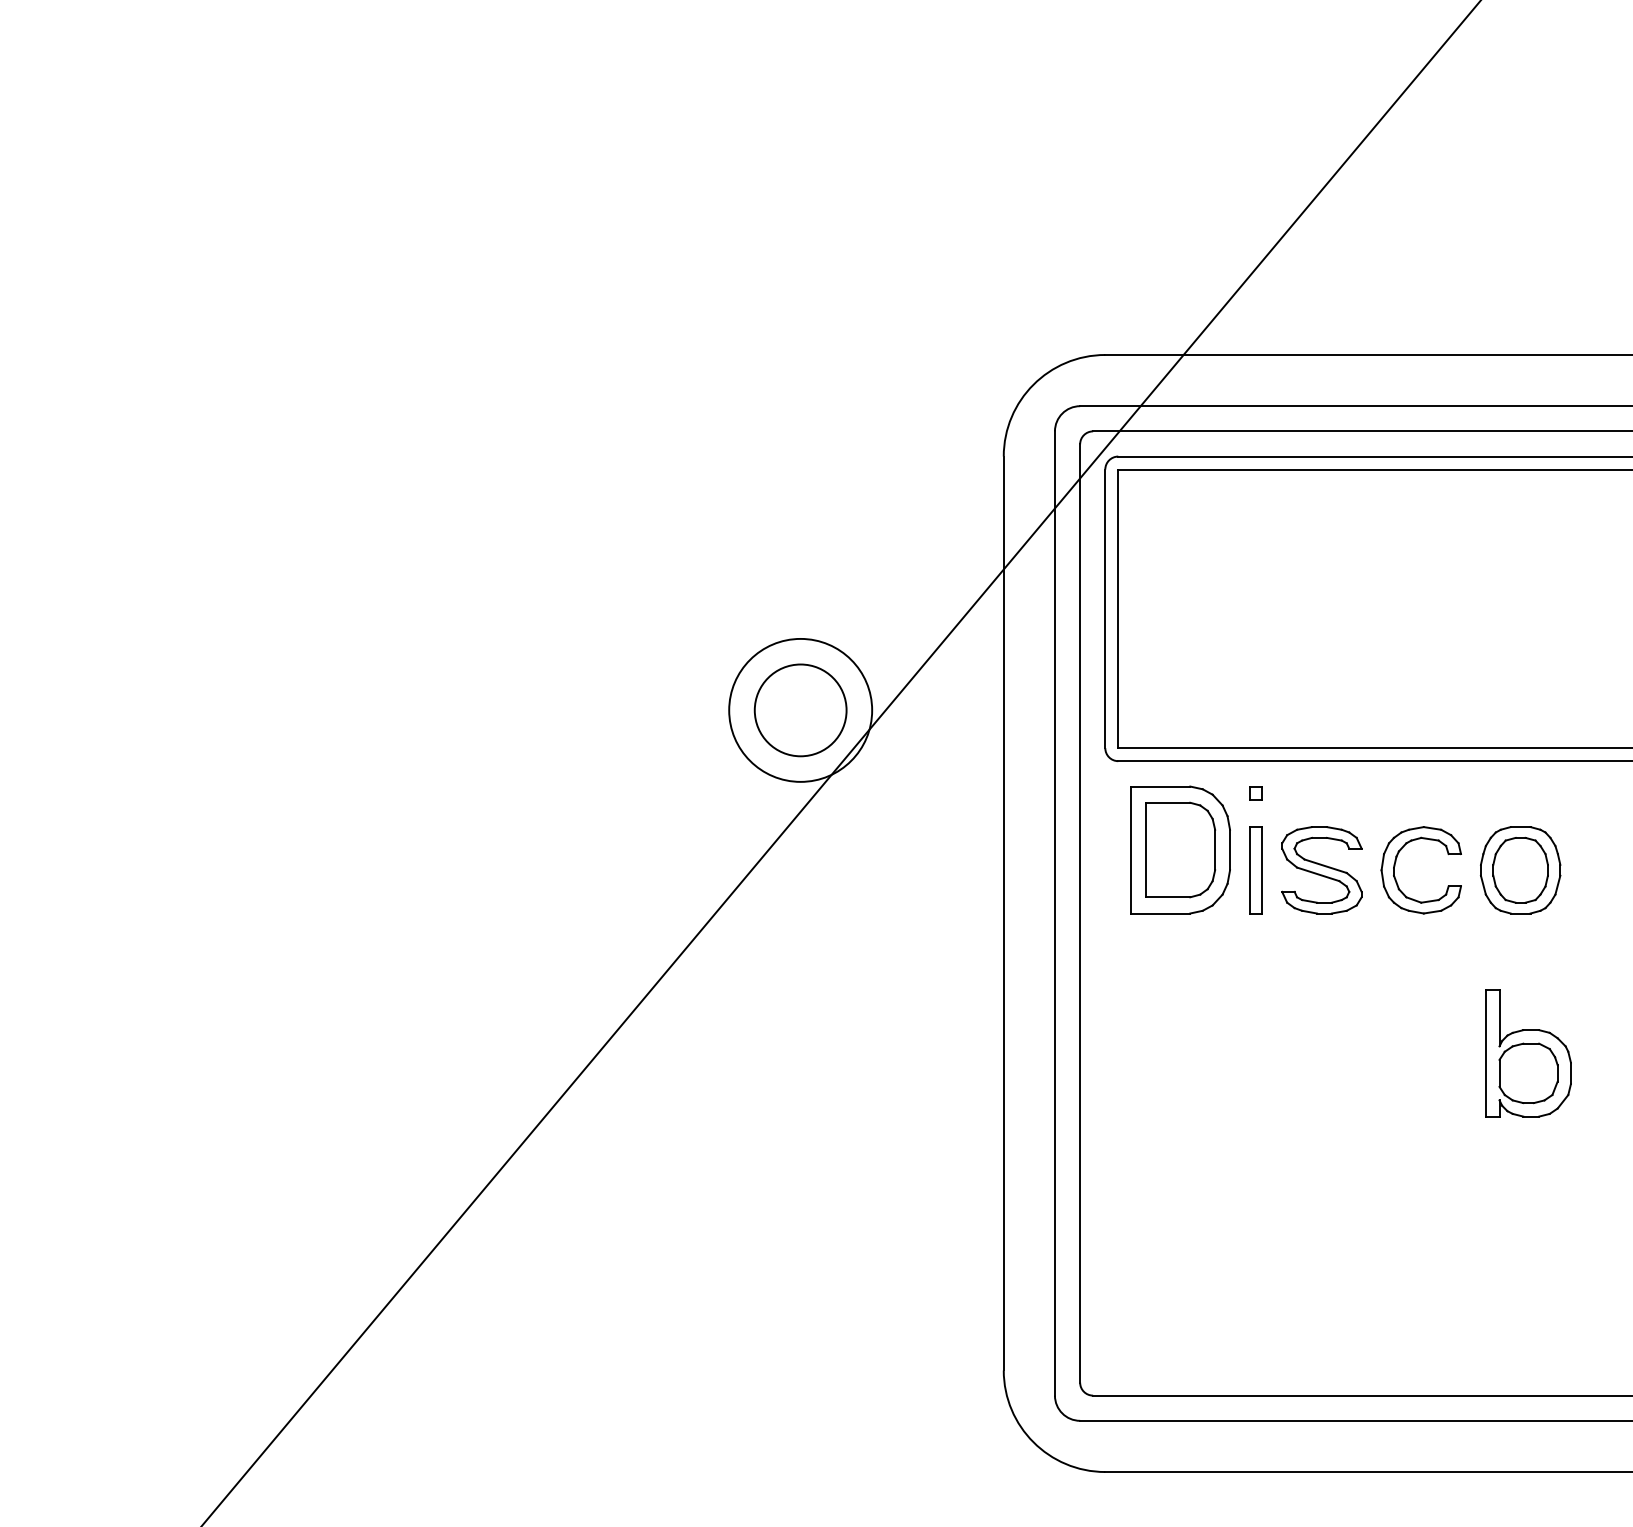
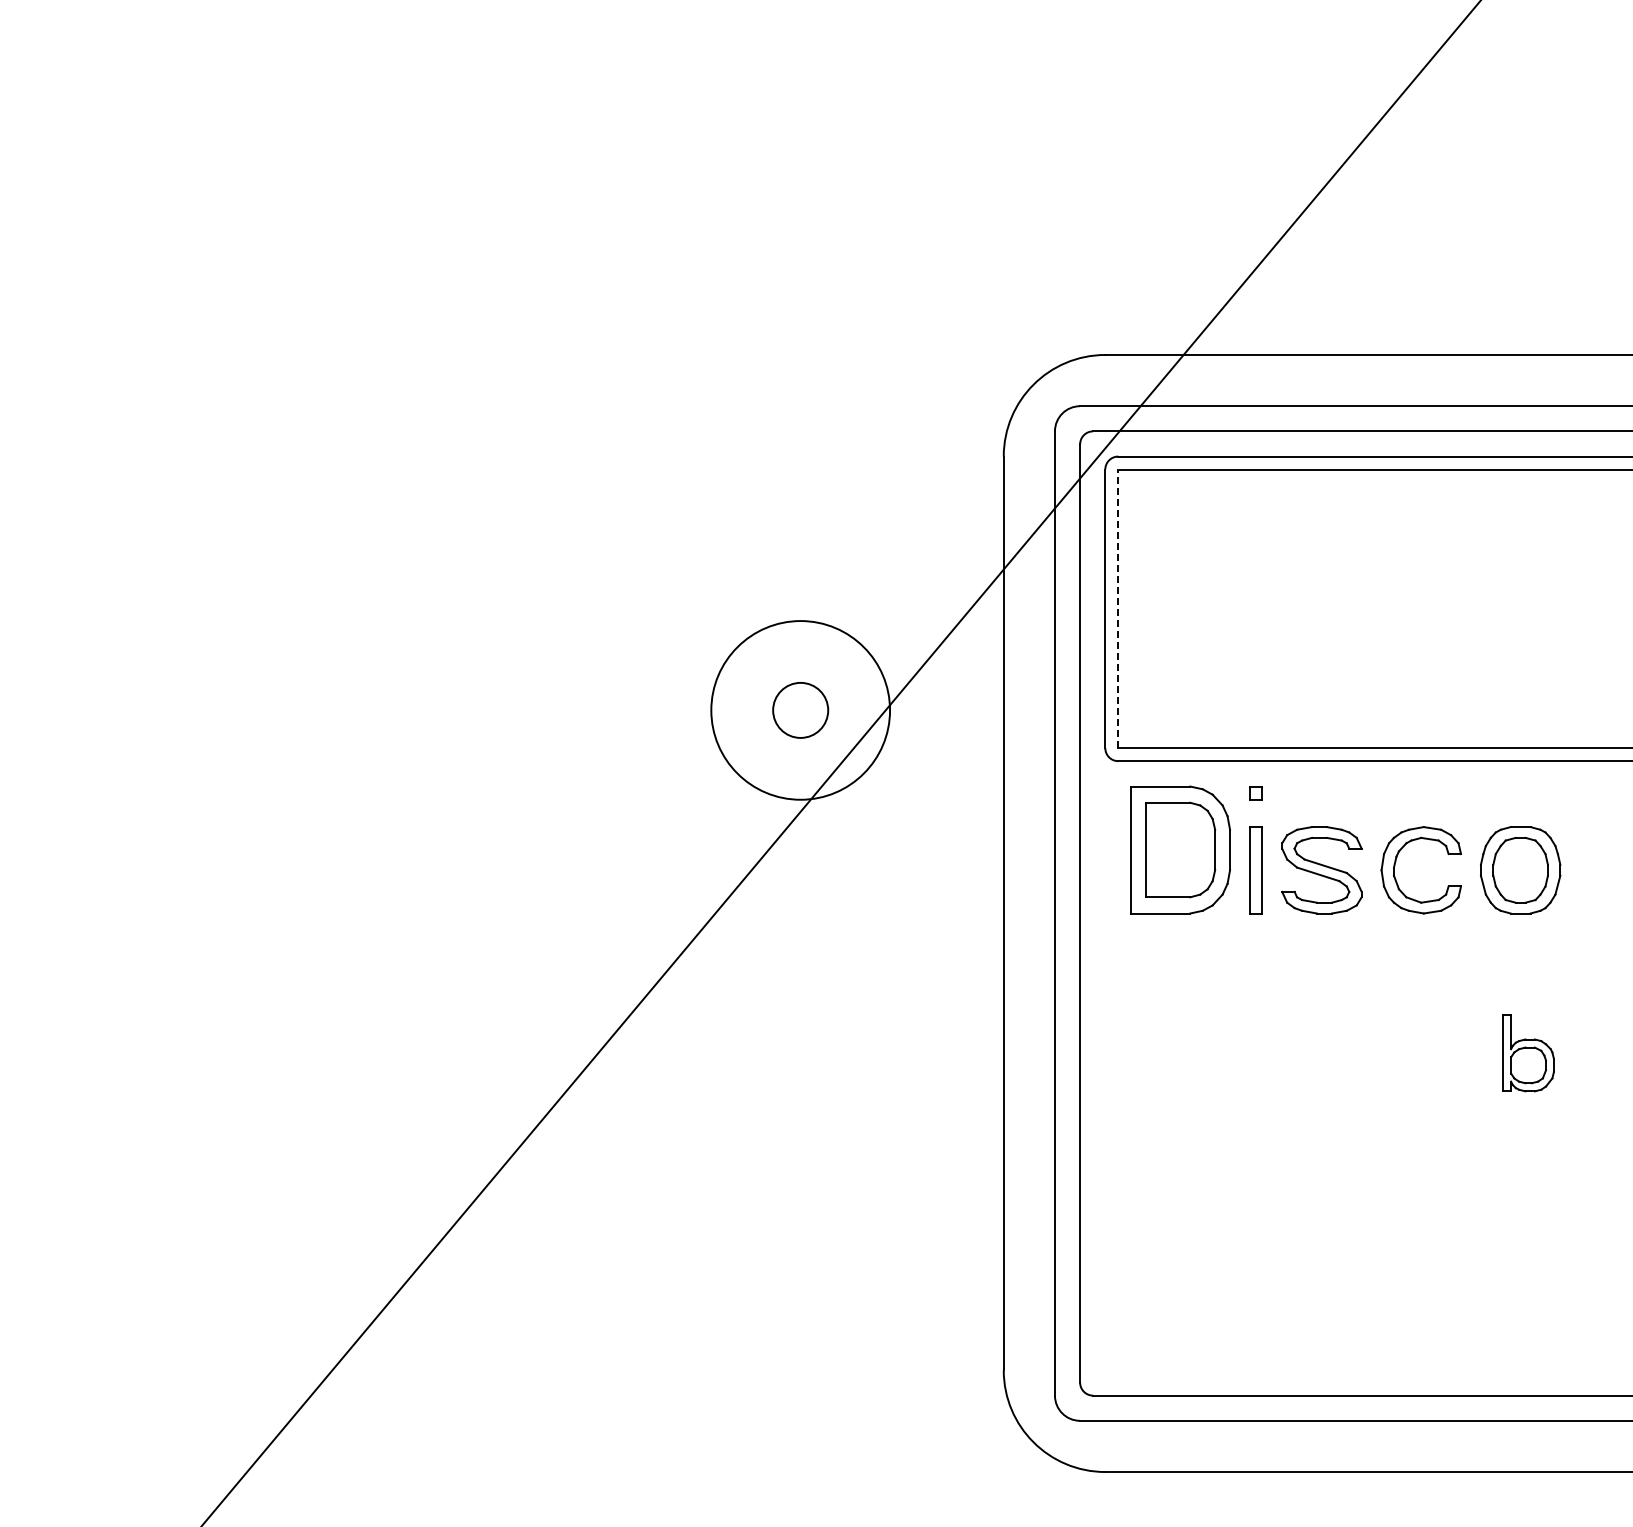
line at (1118, 608): solid -> dashed
circle at (800, 709) diameter: 143 px -> 179 px
circle at (800, 710) diameter: 92 px -> 55 px
part at (1528, 1053) size: 87x129 px -> 53x79 px
